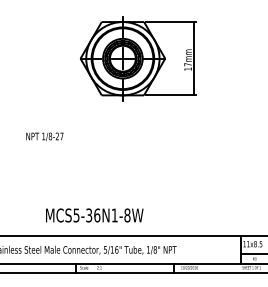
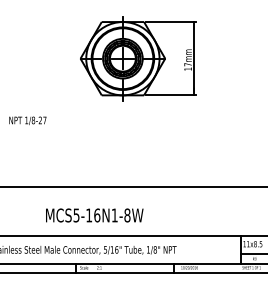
text at (44, 136) position: (44, 136) -> (27, 120)
line at (133, 187): none -> present
text at (89, 215): MCS5-36N1-8W -> MCS5-16N1-8W
